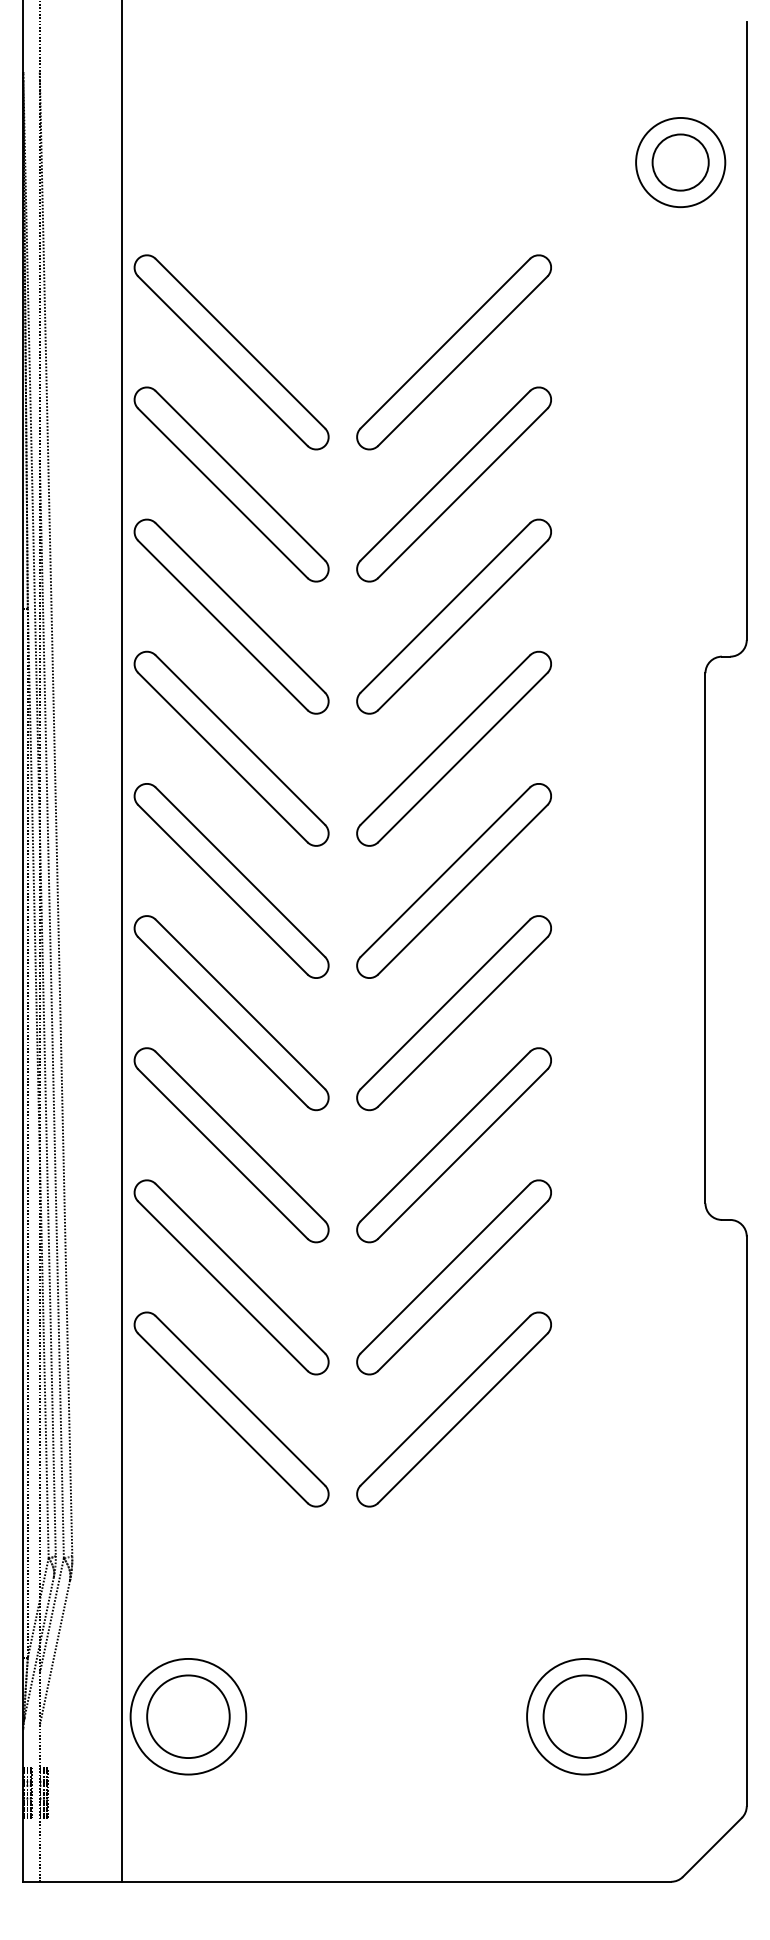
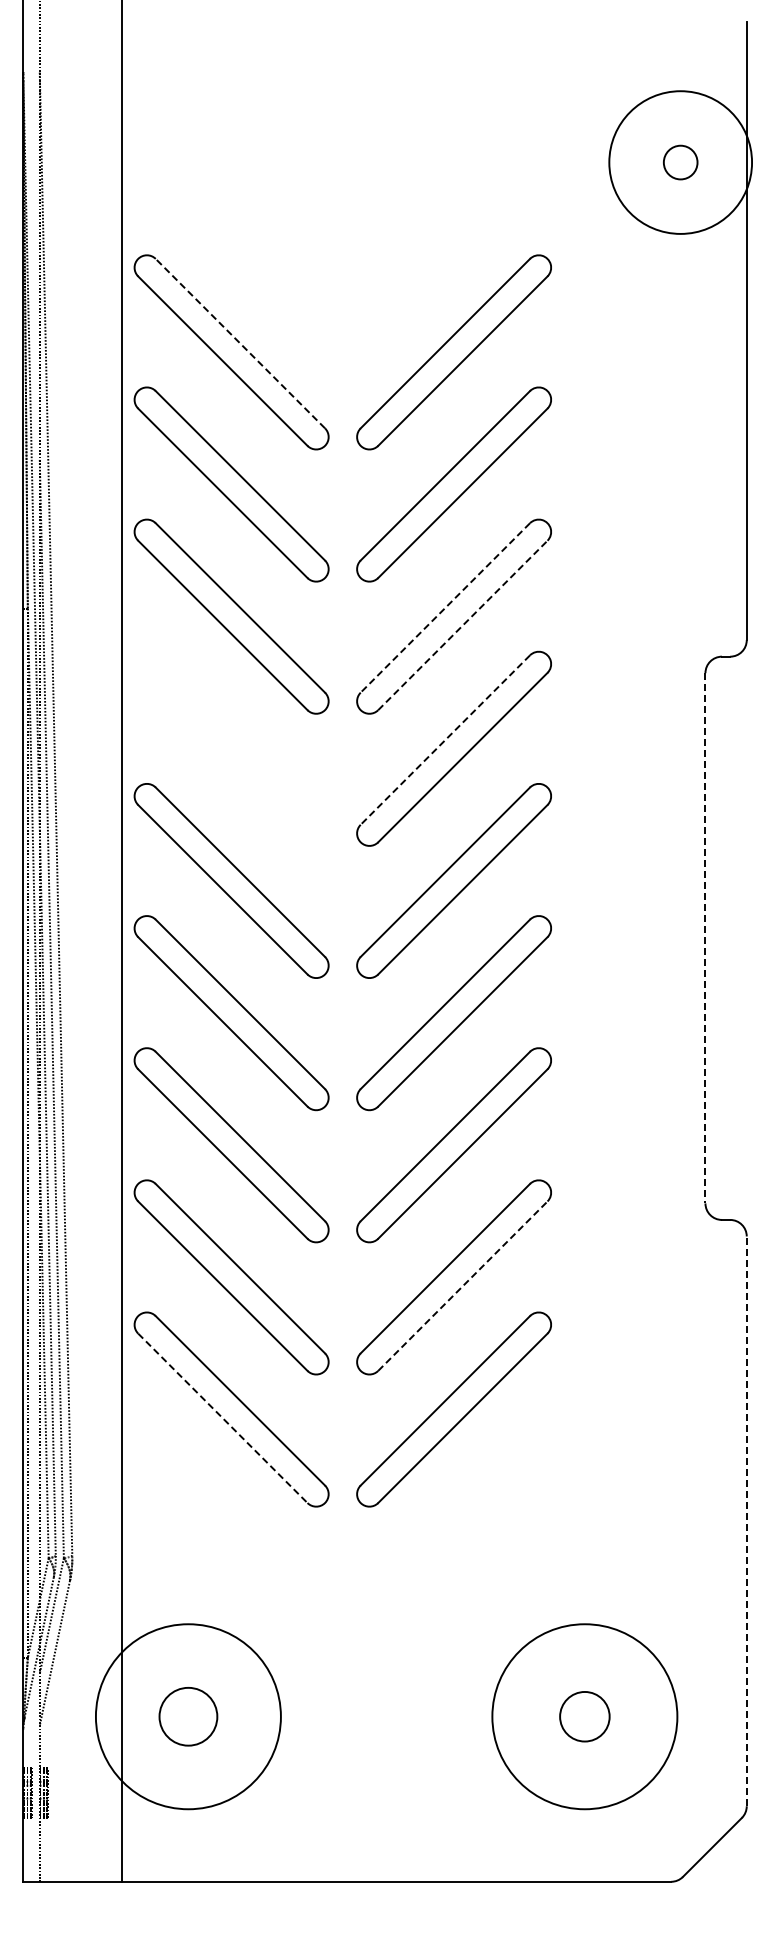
circle at (680, 162) diameter: 56 px -> 34 px
circle at (680, 162) diameter: 89 px -> 143 px
line at (240, 343): solid -> dashed
line at (445, 607): solid -> dashed
line at (462, 625): solid -> dashed
line at (445, 740): solid -> dashed
part at (231, 748): present -> none
line at (705, 938): solid -> dashed
line at (462, 1286): solid -> dashed
line at (222, 1418): solid -> dashed
line at (746, 1521): solid -> dashed
circle at (188, 1716) diameter: 116 px -> 185 px
circle at (188, 1716) diameter: 83 px -> 58 px
circle at (584, 1716) diameter: 116 px -> 185 px
circle at (584, 1716) diameter: 83 px -> 50 px
